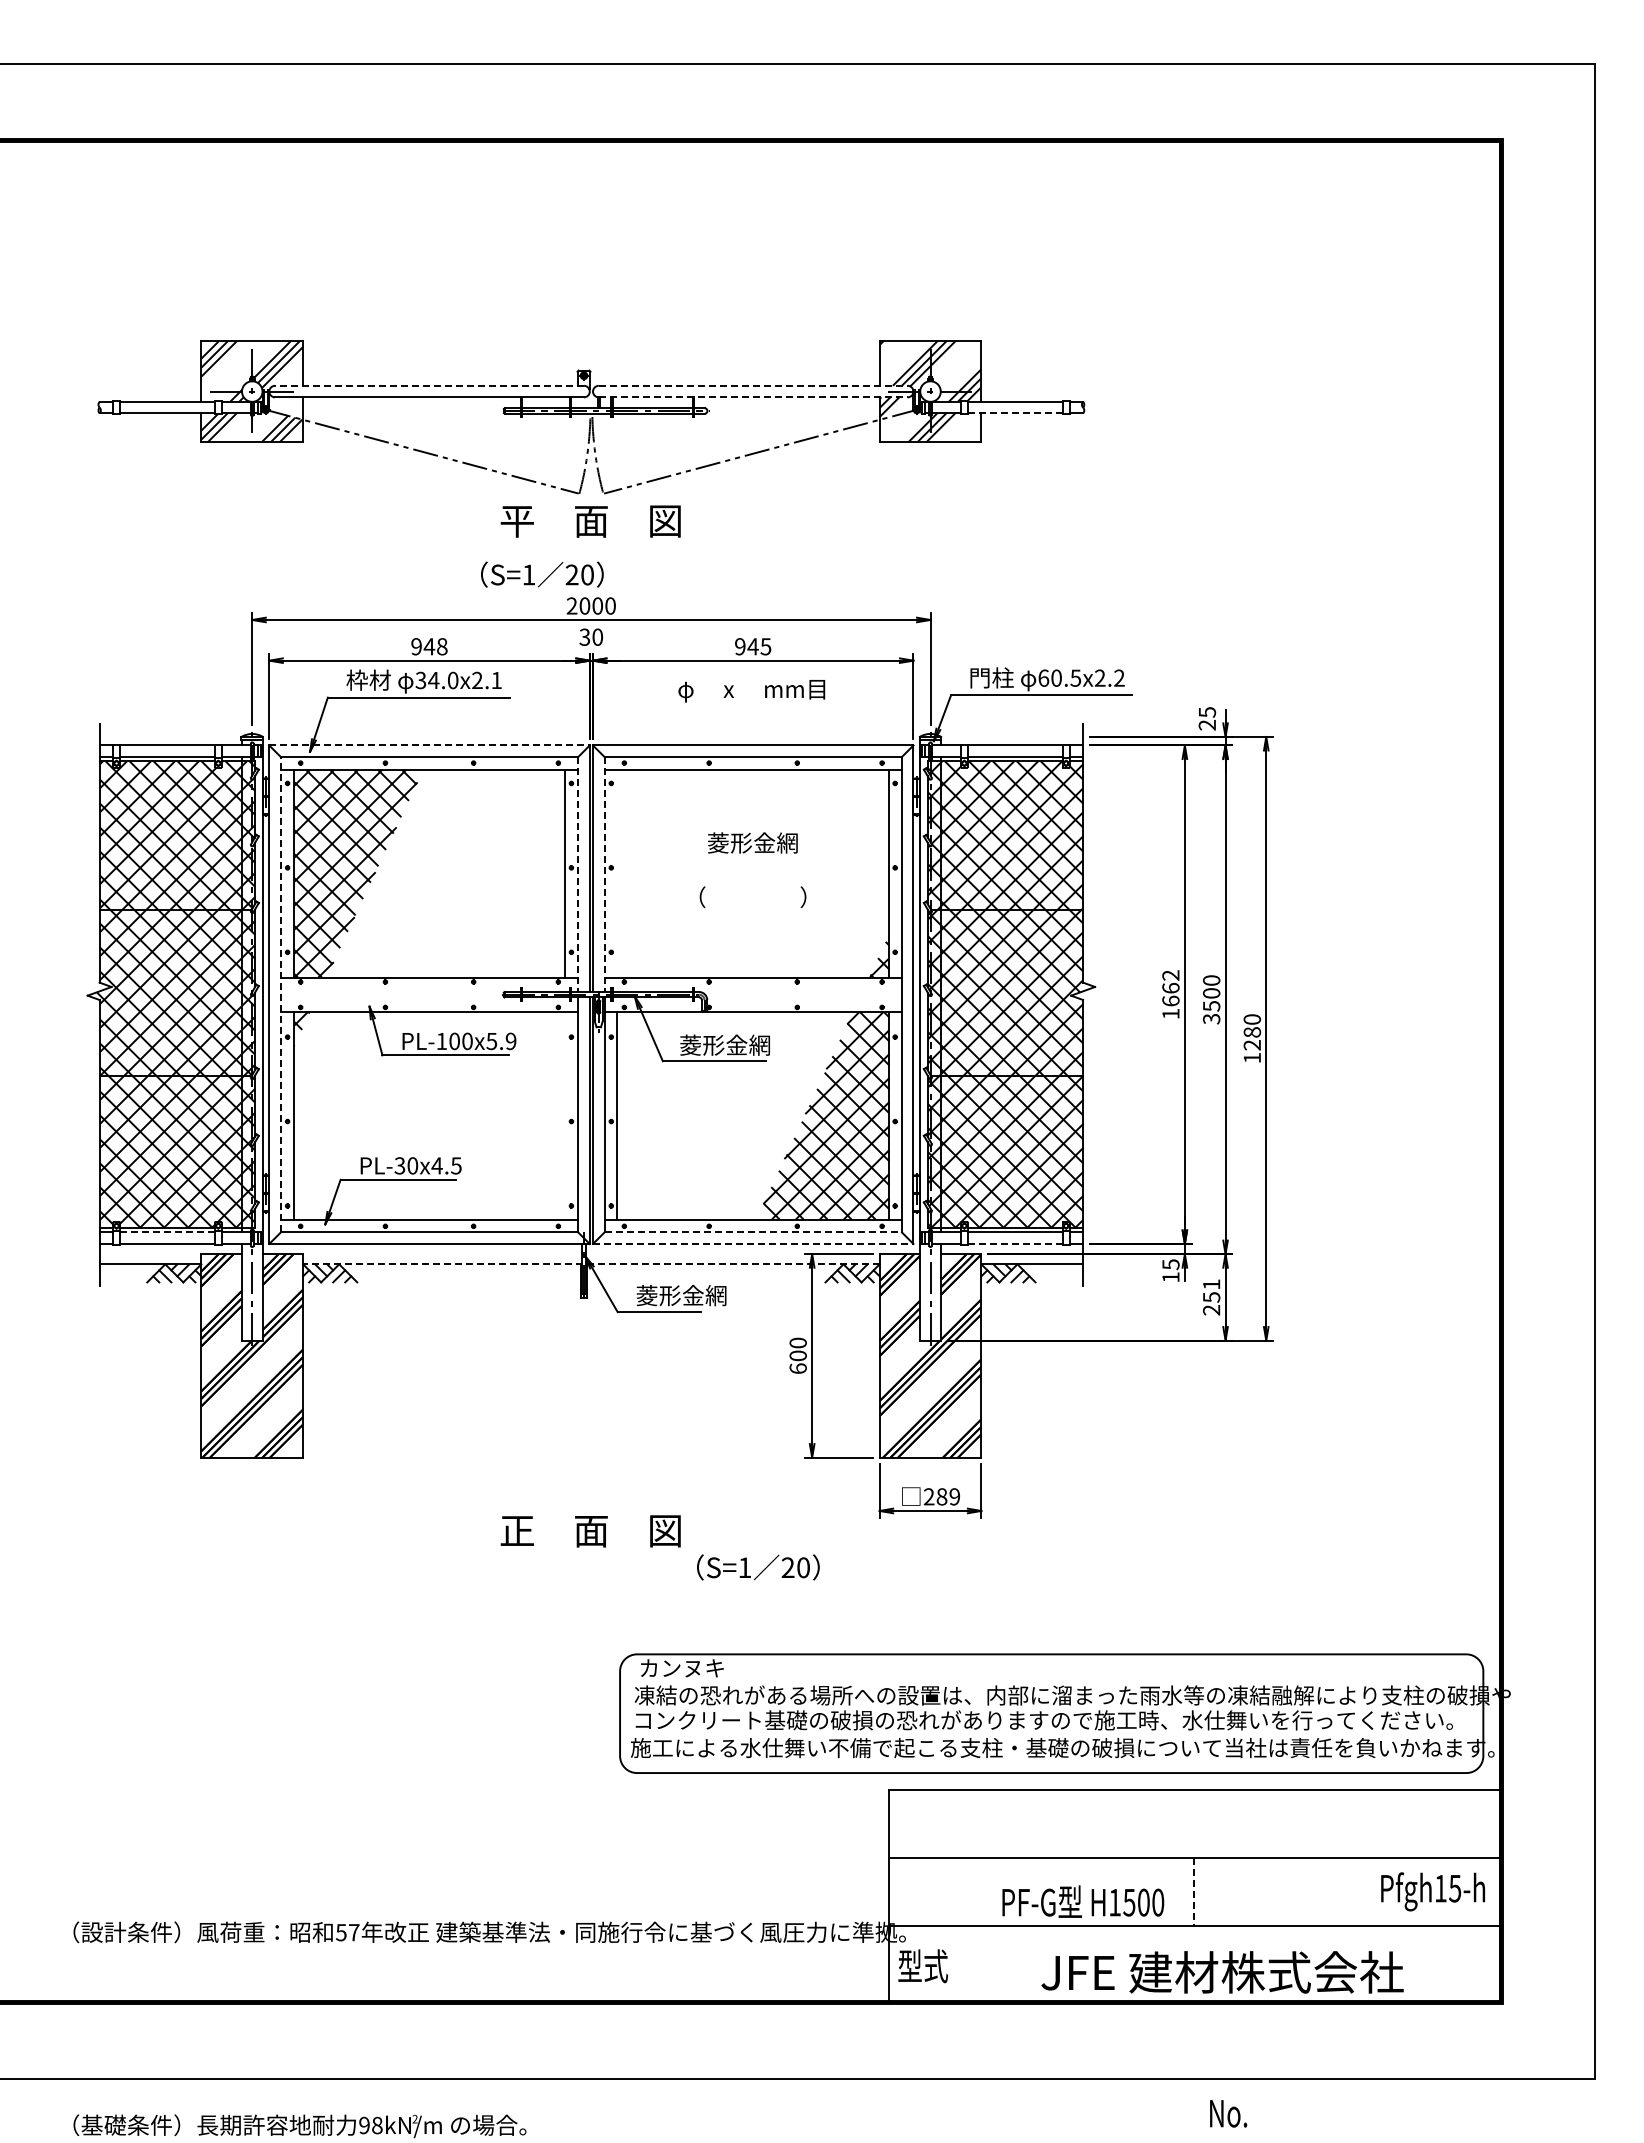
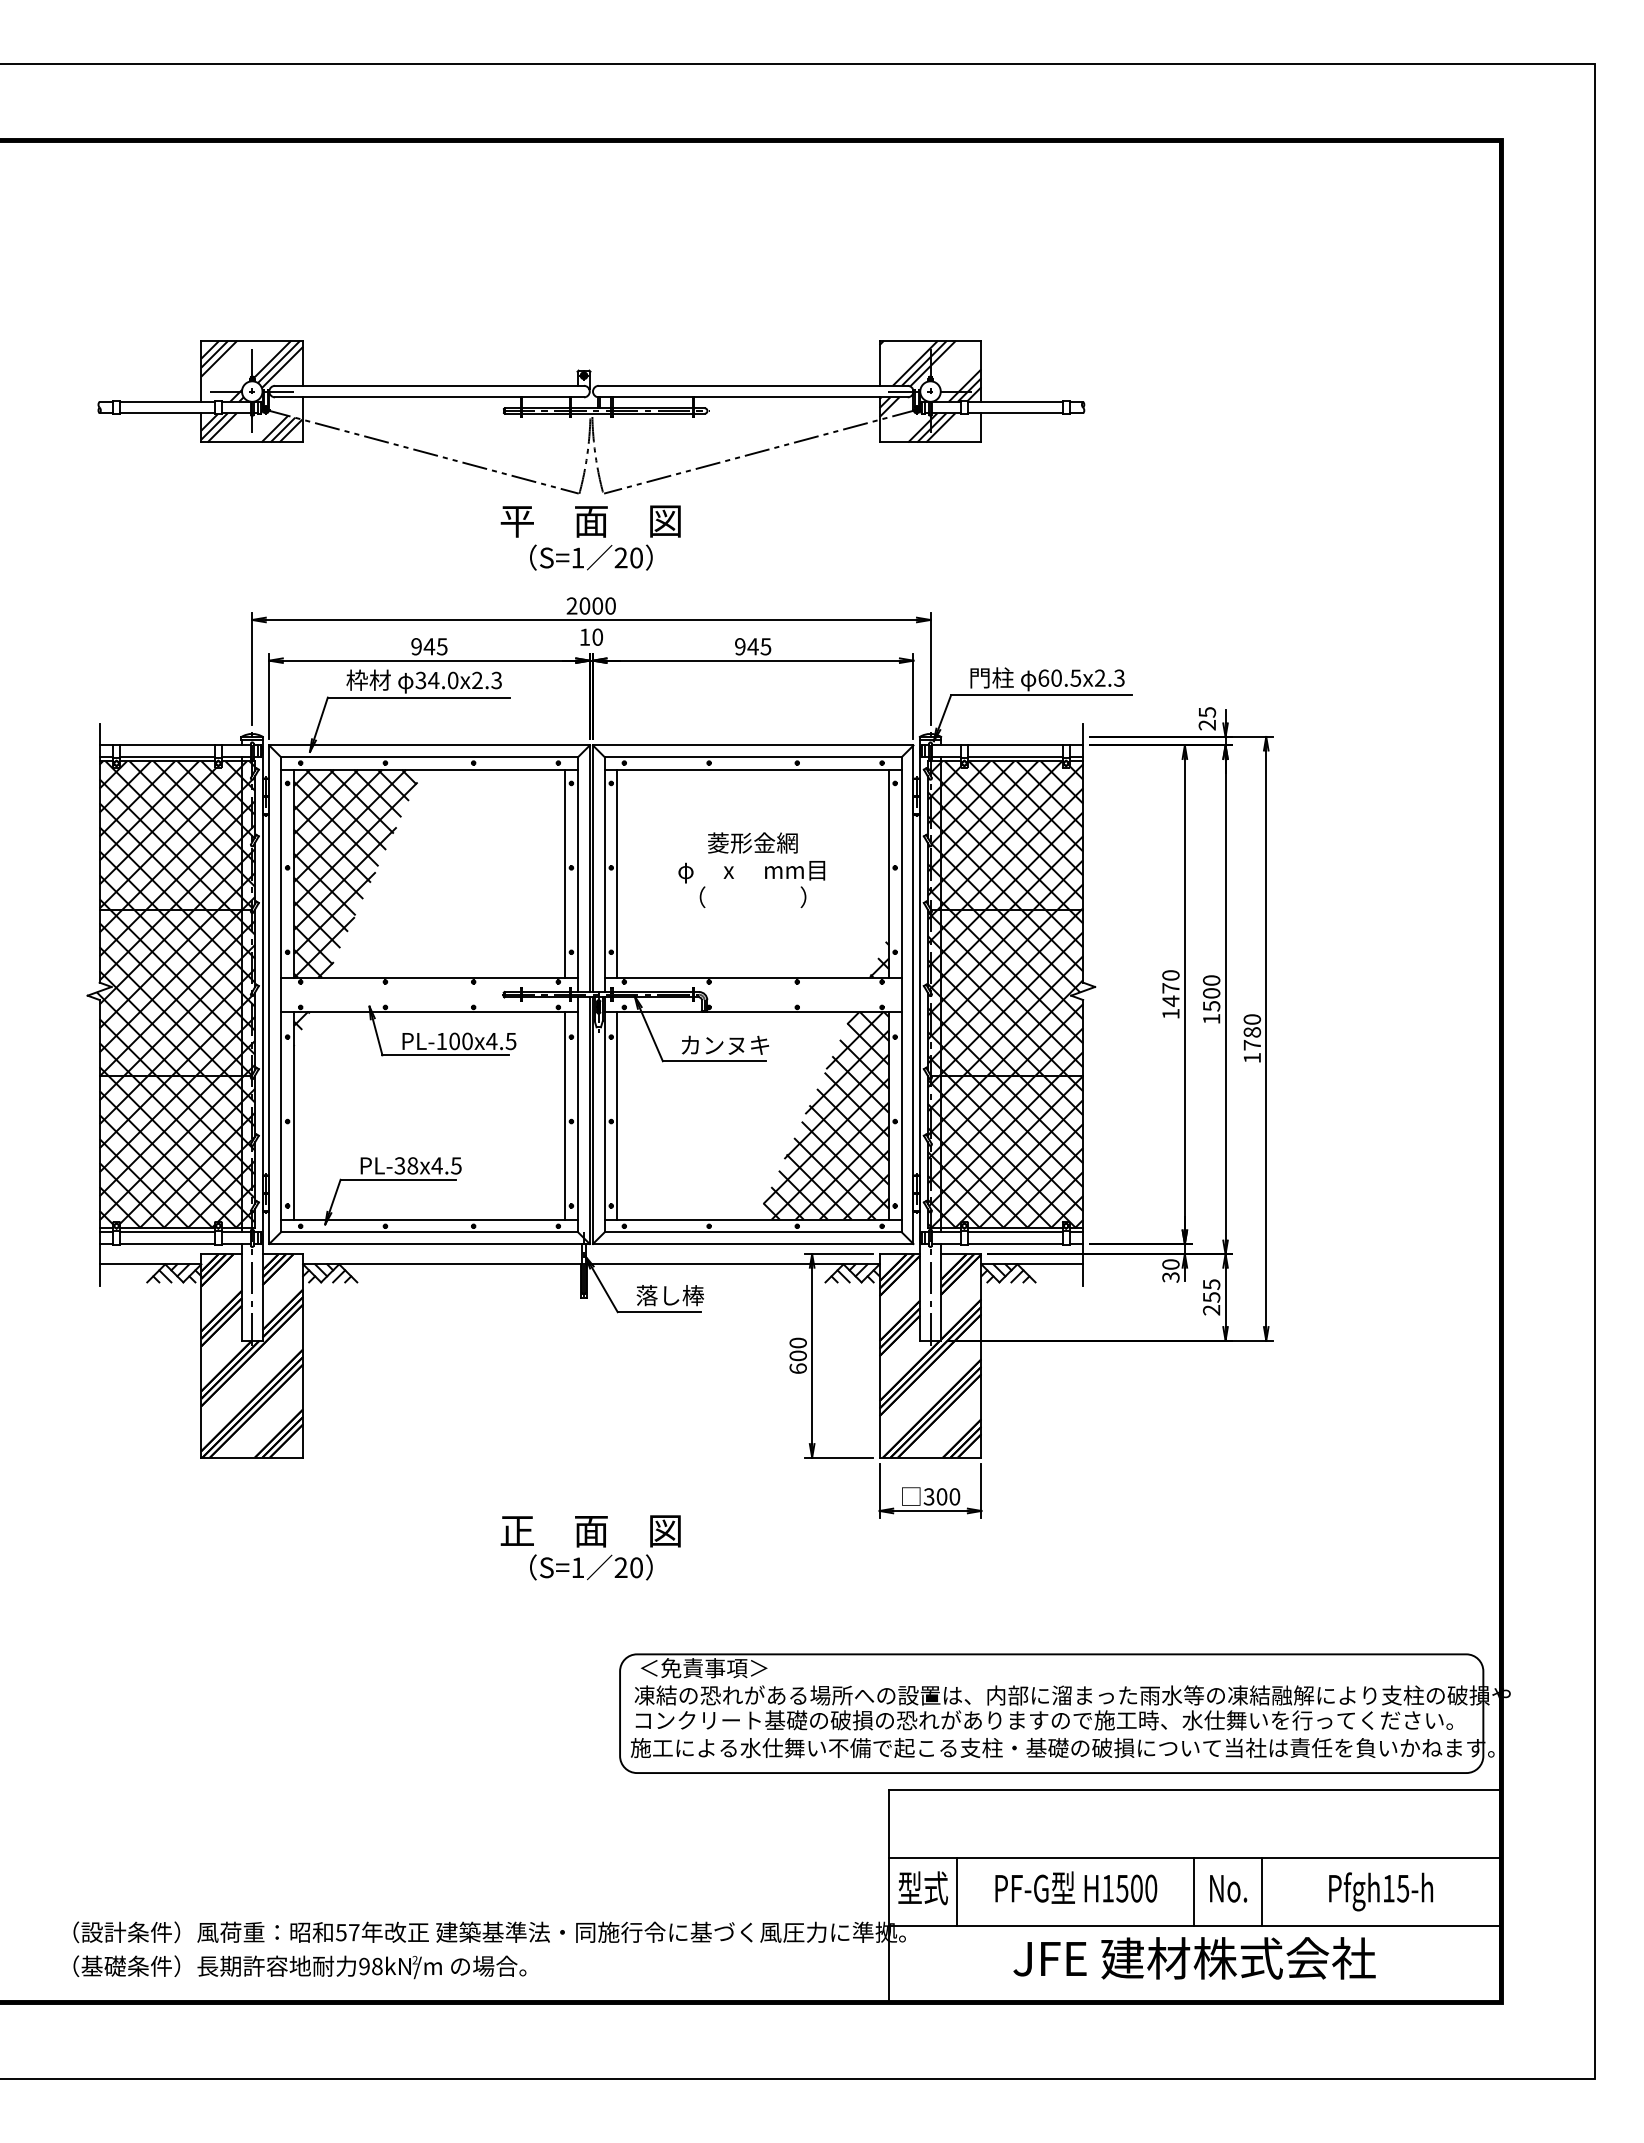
line at (429, 385): dashed -> solid
line at (753, 385): dashed -> solid
line at (753, 397): dashed -> solid
line at (1014, 413): dashed -> solid
text at (542, 574) position: (542, 574) -> (591, 557)
text at (584, 636): 30 -> 10
text at (441, 646): 948 -> 945
text at (1119, 678): 60.5x2.2 -> 60.5x2.3
text at (496, 680): 34.0x2.1 -> 34.0x2.3
text at (751, 691) position: (751, 691) -> (751, 872)
line at (430, 745): dashed -> solid
line at (617, 873): none -> present
line at (578, 874): dashed -> solid
line at (604, 874): dashed -> solid
text at (1170, 988): 1662 -> 1470
line at (280, 994): dashed -> solid
text at (1211, 1019): 3500 -> 1500
text at (501, 1041): PL-100x5.9 -> PL-100x4.5
text at (724, 1044): 菱形金網 -> カンヌキ
text at (1251, 1044): 1280 -> 1780
line at (565, 1115): none -> present
text at (412, 1165): PL-30x4.5 -> PL-38x4.5
line at (167, 1232): dashed -> solid
line at (753, 1232): dashed -> solid
line at (753, 1243): dashed -> solid
line at (1014, 1243): dashed -> solid
line at (590, 1264): dashed -> solid
text at (1170, 1270): 15 -> 30
text at (1211, 1284): 251 -> 255
text at (681, 1295): 菱形金網 -> 落し棒
text at (941, 1496): 289 -> 300
text at (758, 1567) position: (758, 1567) -> (591, 1567)
text at (703, 1668): カンヌキ -> ＜免責事項＞
text at (1433, 1891) position: (1433, 1891) -> (1381, 1891)
line at (956, 1892): none -> present
line at (1194, 1892): dashed -> solid
line at (1262, 1892): none -> present
text at (1083, 1901) position: (1083, 1901) -> (1076, 1887)
text at (922, 1966) position: (922, 1966) -> (922, 1888)
text at (1222, 1972) position: (1222, 1972) -> (1194, 1958)
text at (1228, 2113) position: (1228, 2113) -> (1228, 1888)
text at (299, 2126) position: (299, 2126) -> (299, 1967)
